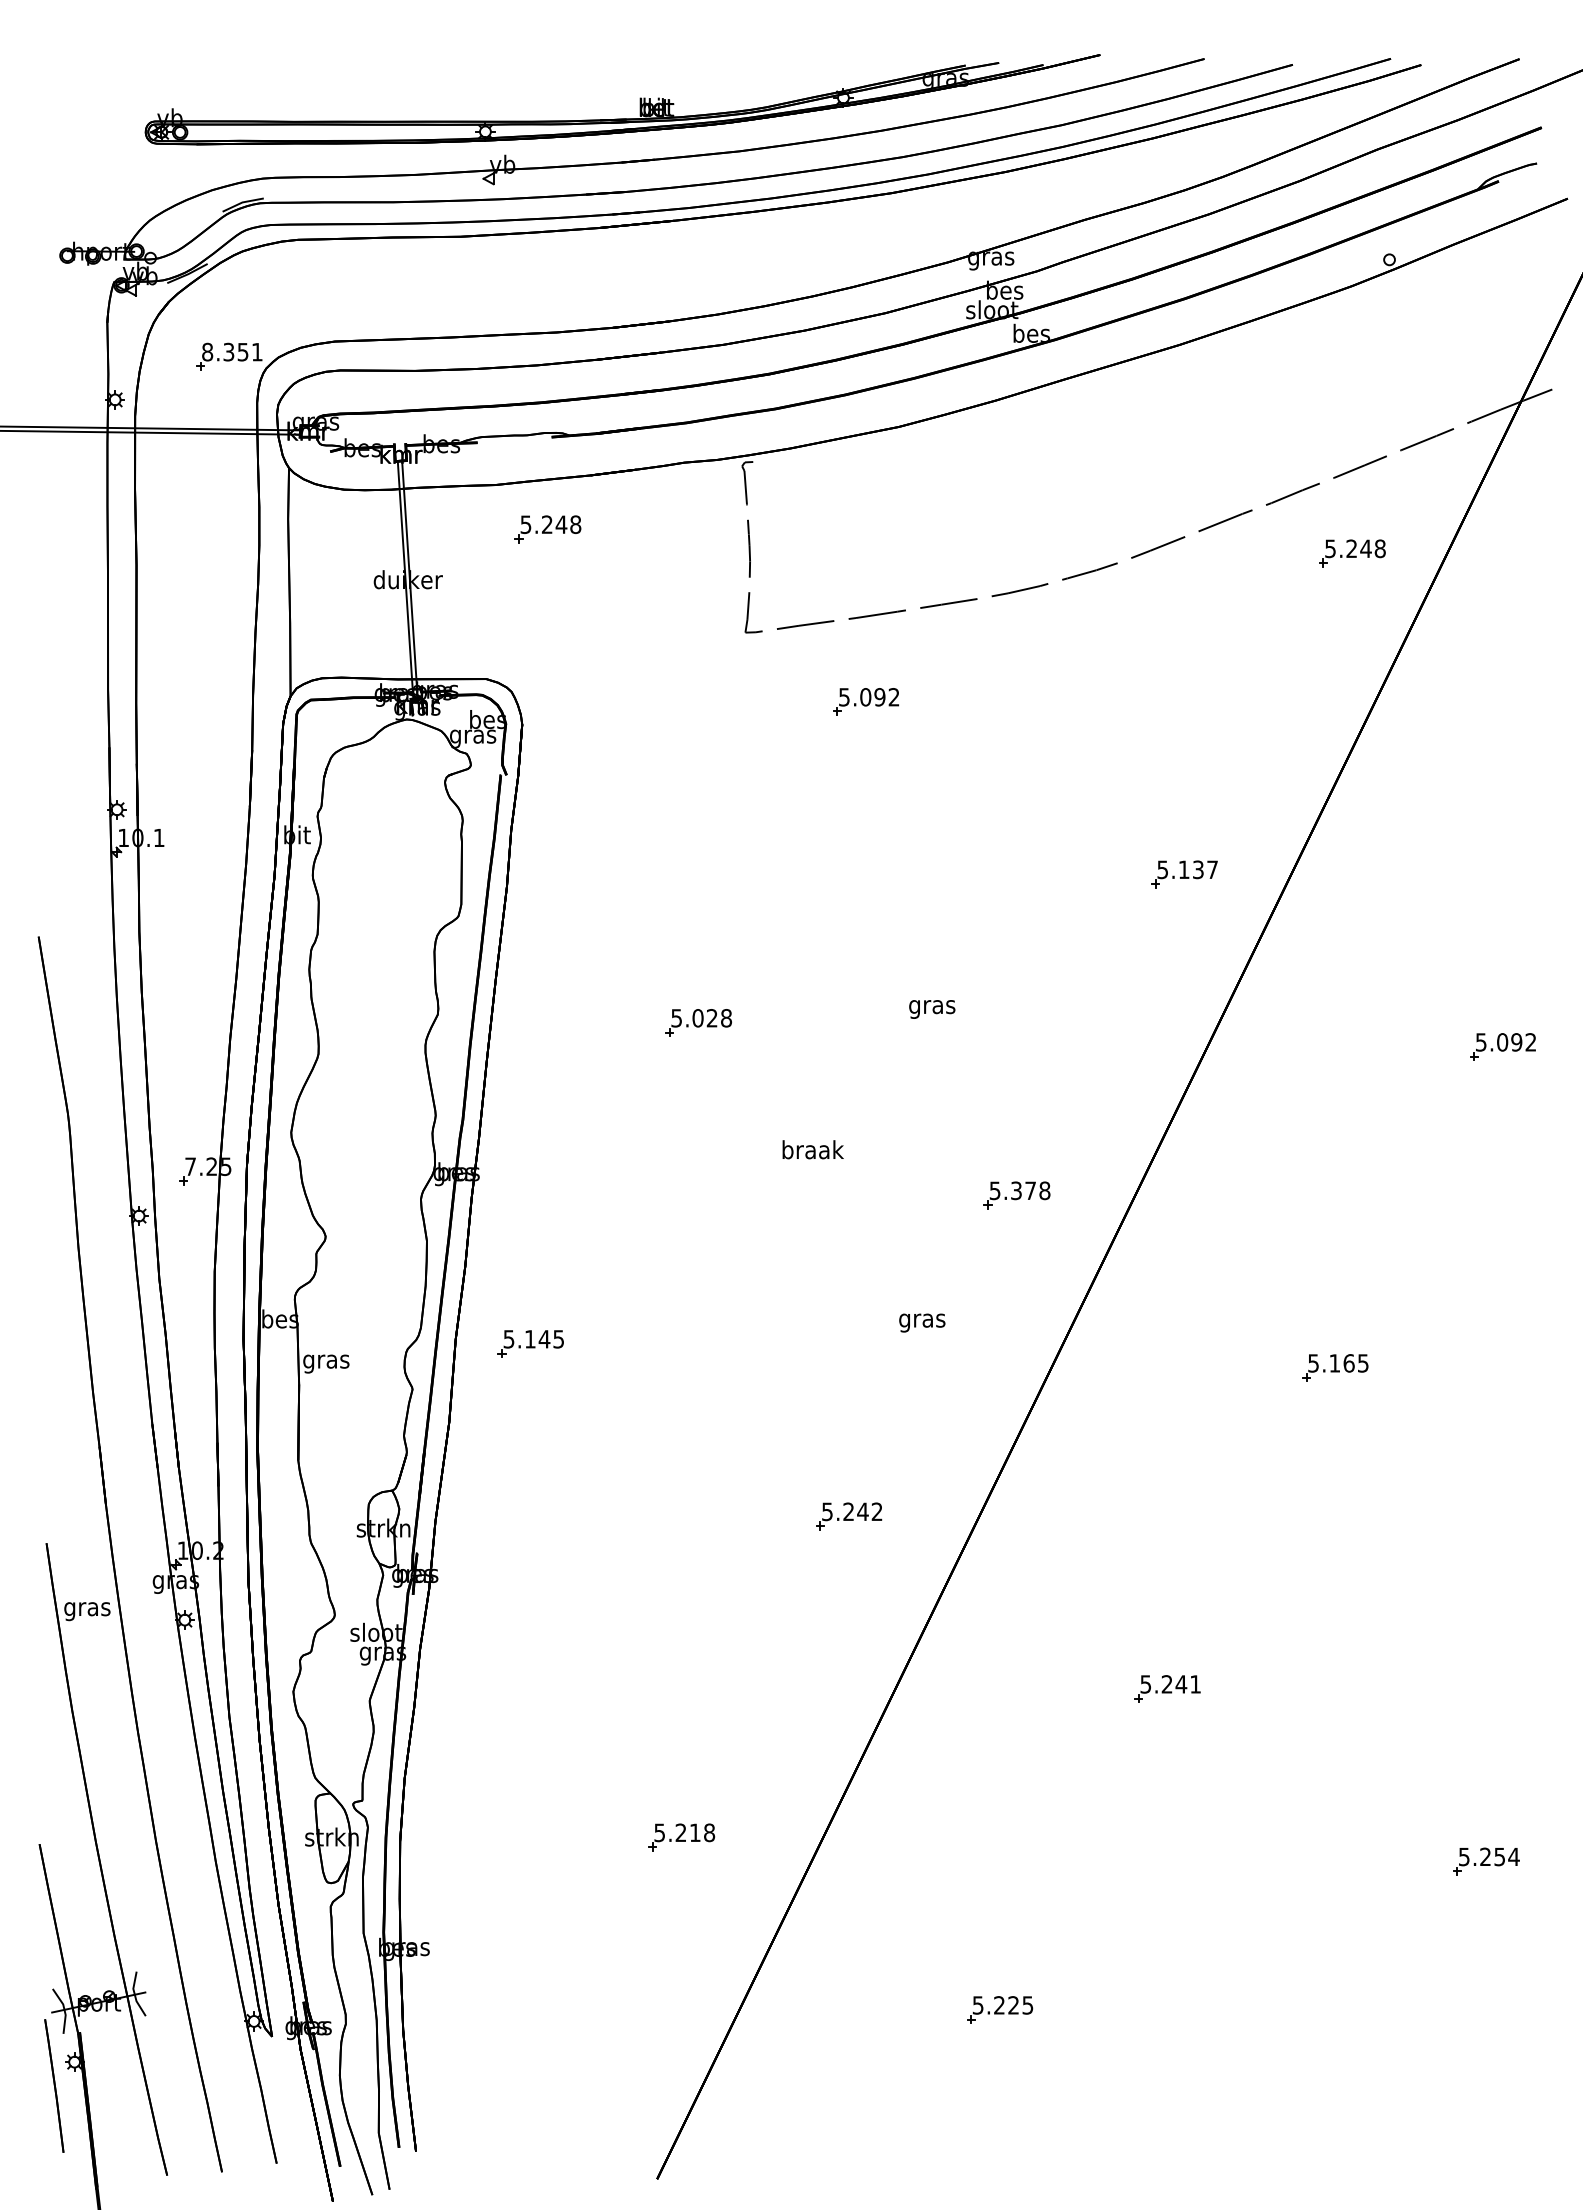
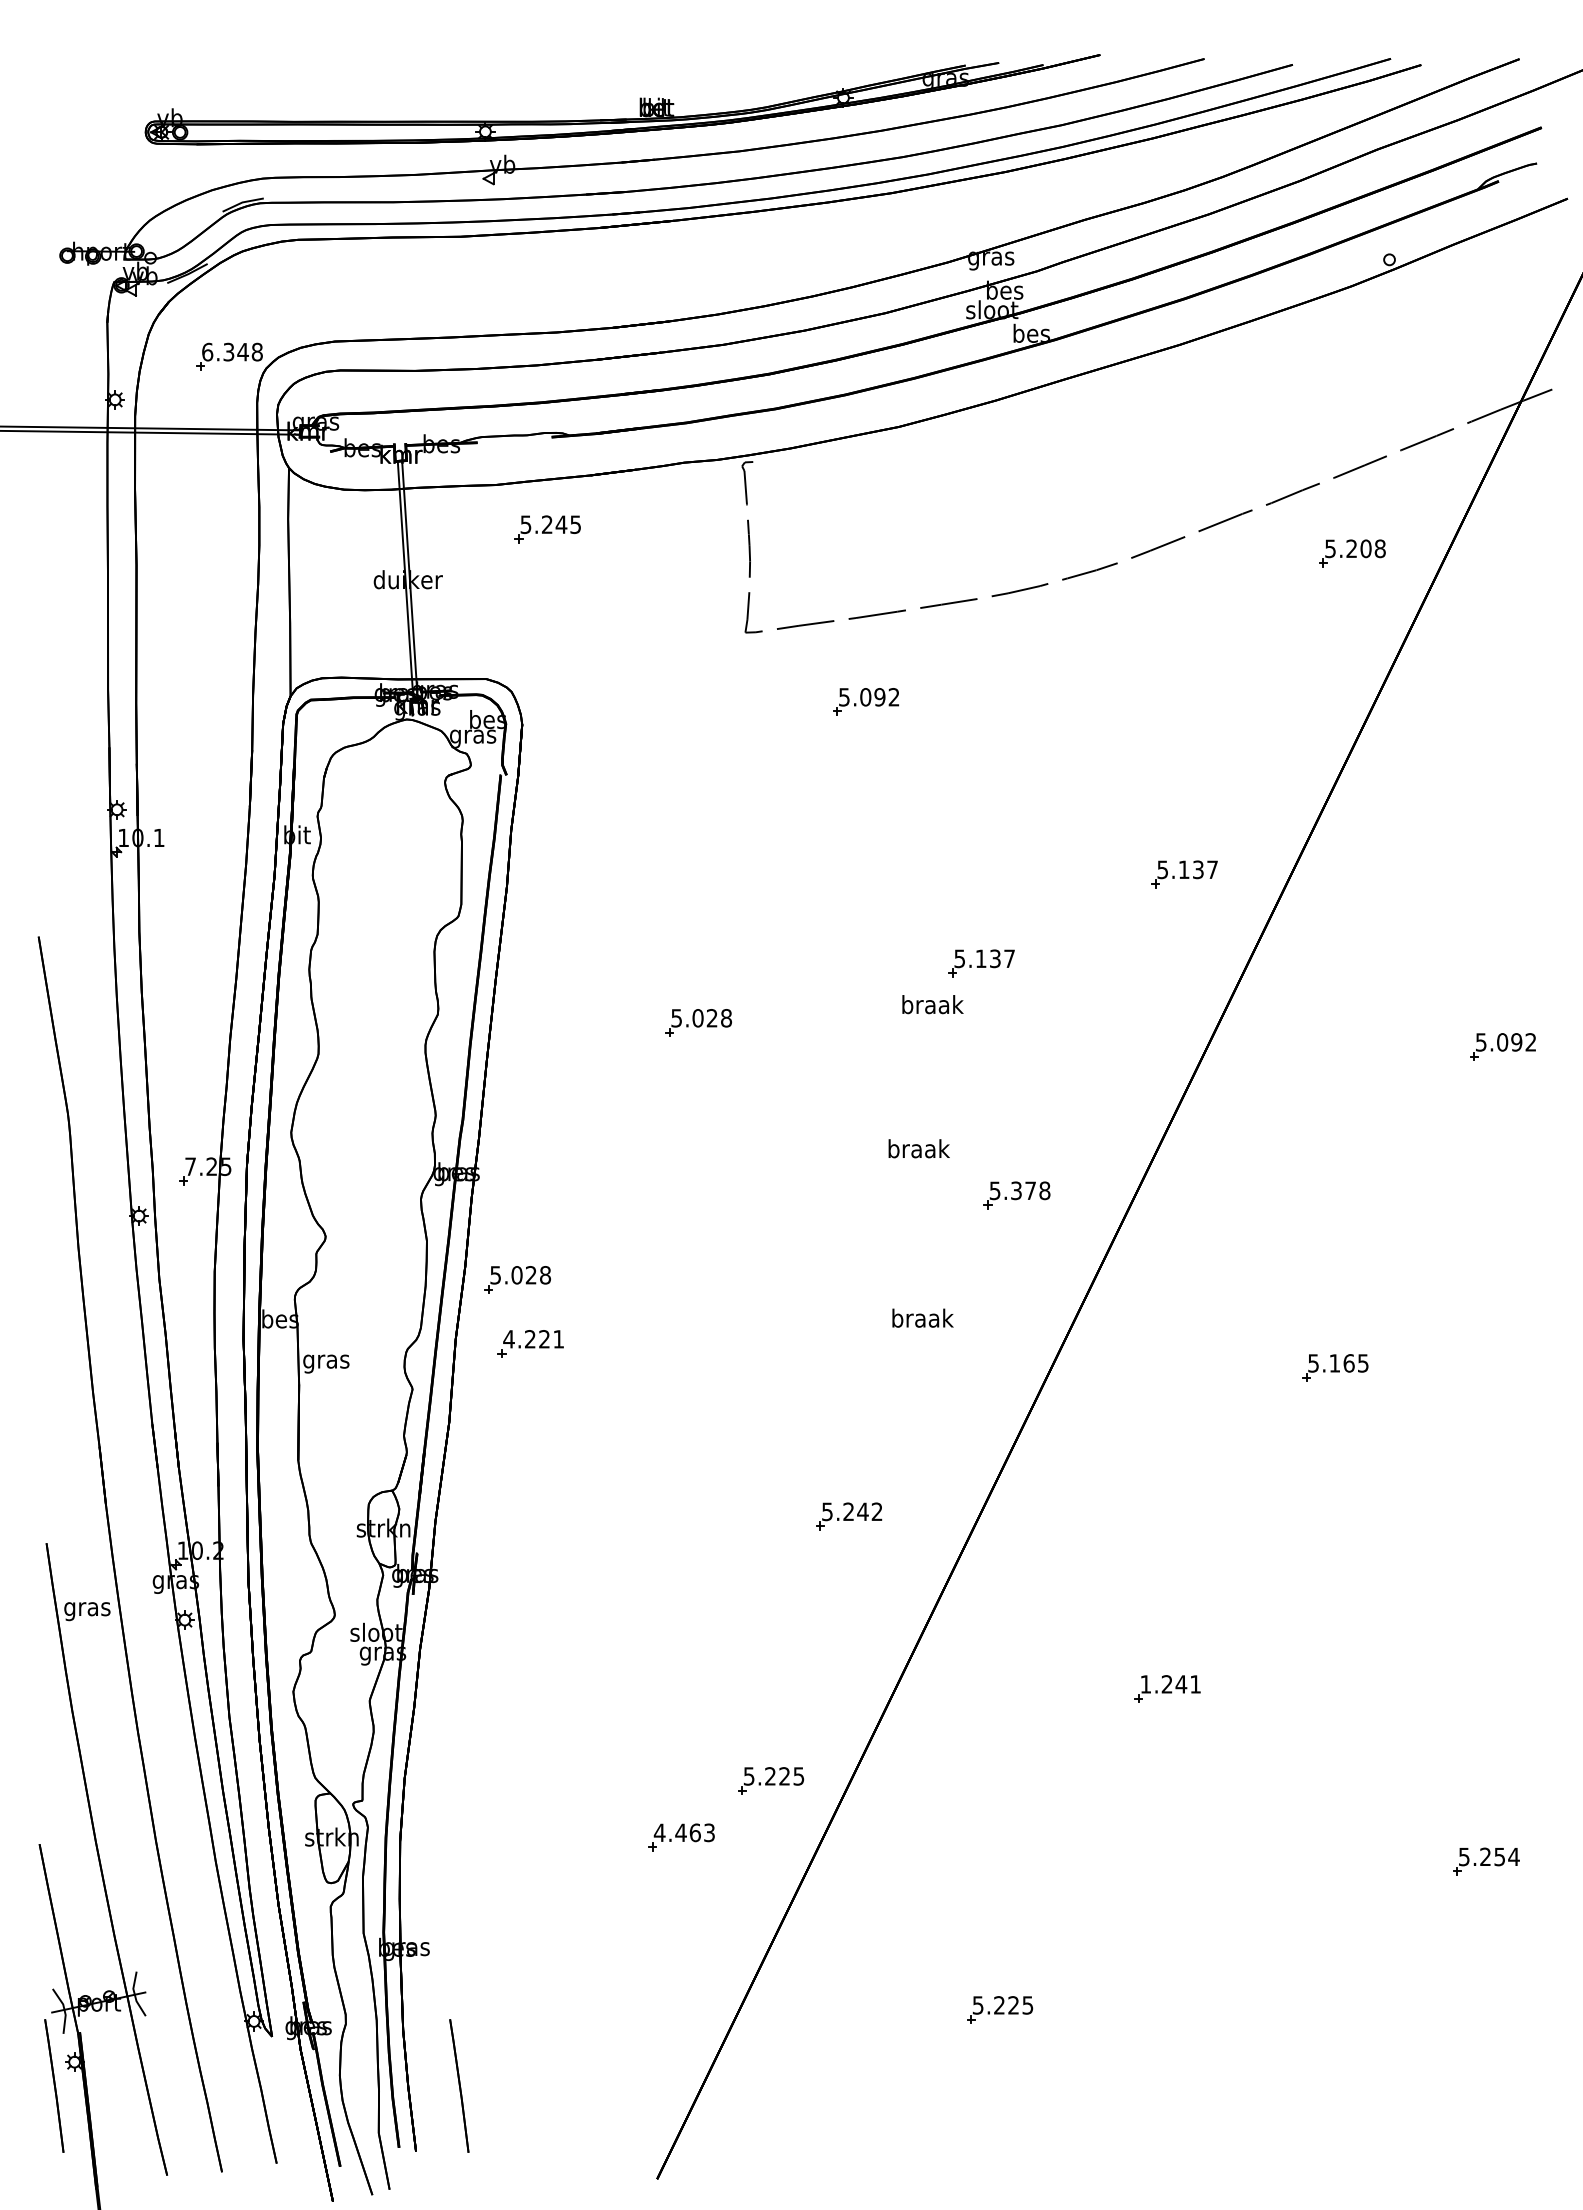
text at (232, 351): 8.351 -> 6.348
text at (575, 524): 5.248 -> 5.245
text at (1365, 548): 5.248 -> 5.208
part at (981, 963): none -> present
text at (932, 1006): gras -> braak
text at (812, 1149) position: (812, 1149) -> (918, 1148)
part at (517, 1279): none -> present
text at (922, 1320): gras -> braak
text at (533, 1339): 5.145 -> 4.221
text at (1145, 1684): 5.241 -> 1.241
part at (771, 1780): none -> present
text at (684, 1832): 5.218 -> 4.463
line at (459, 2085): none -> present
